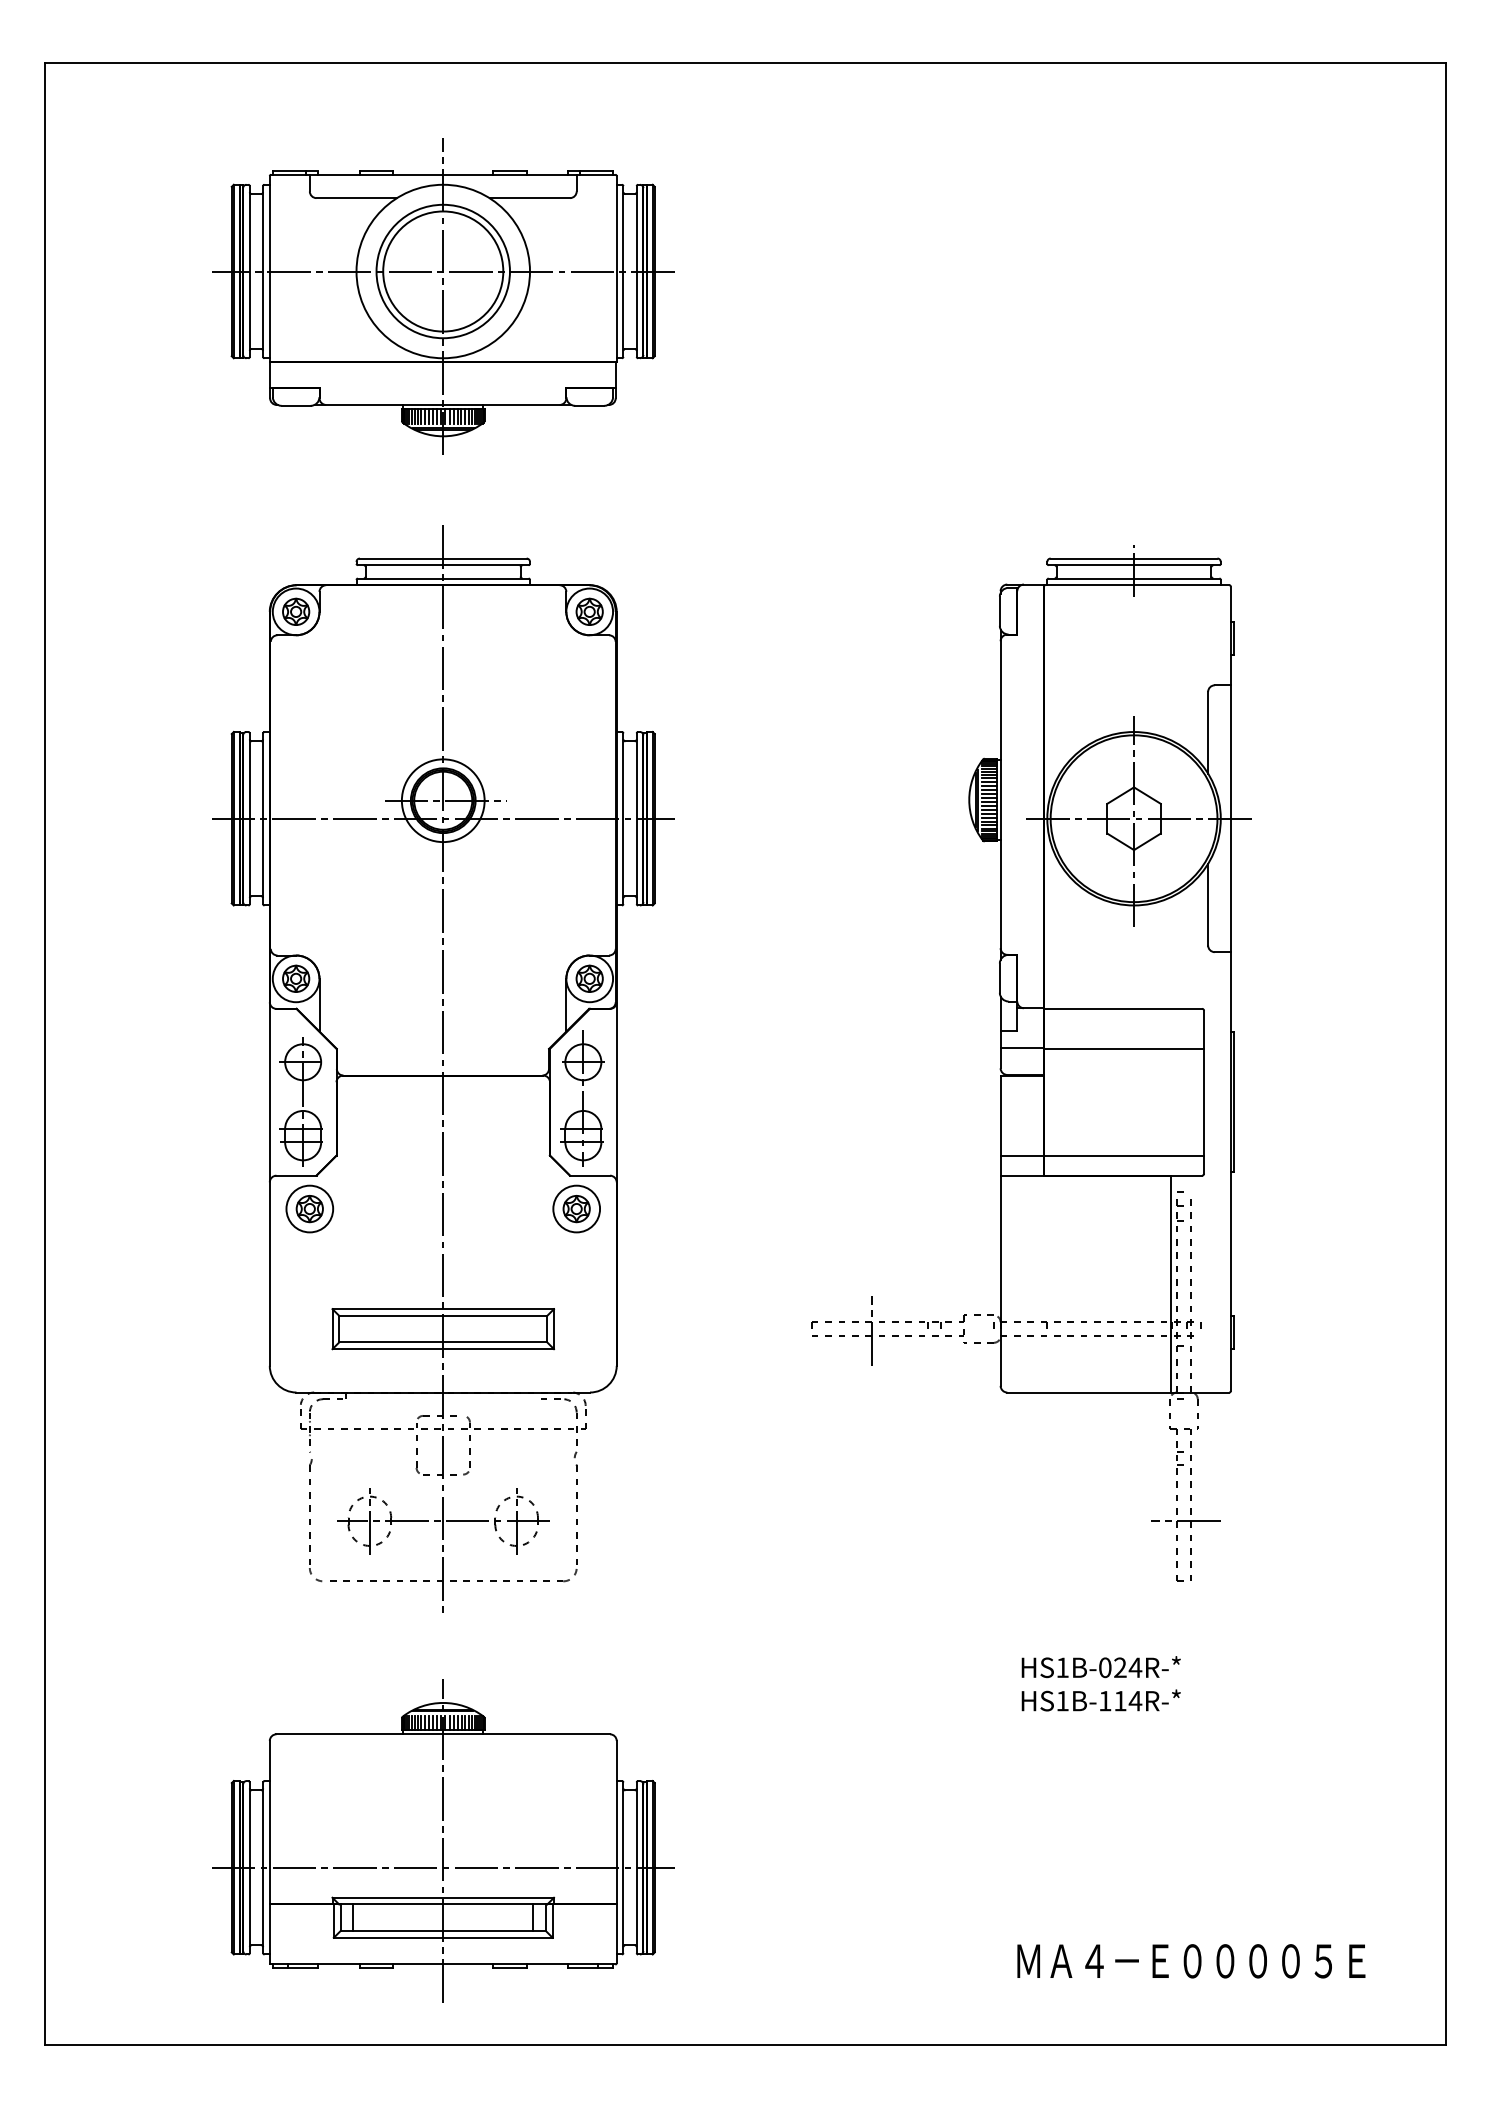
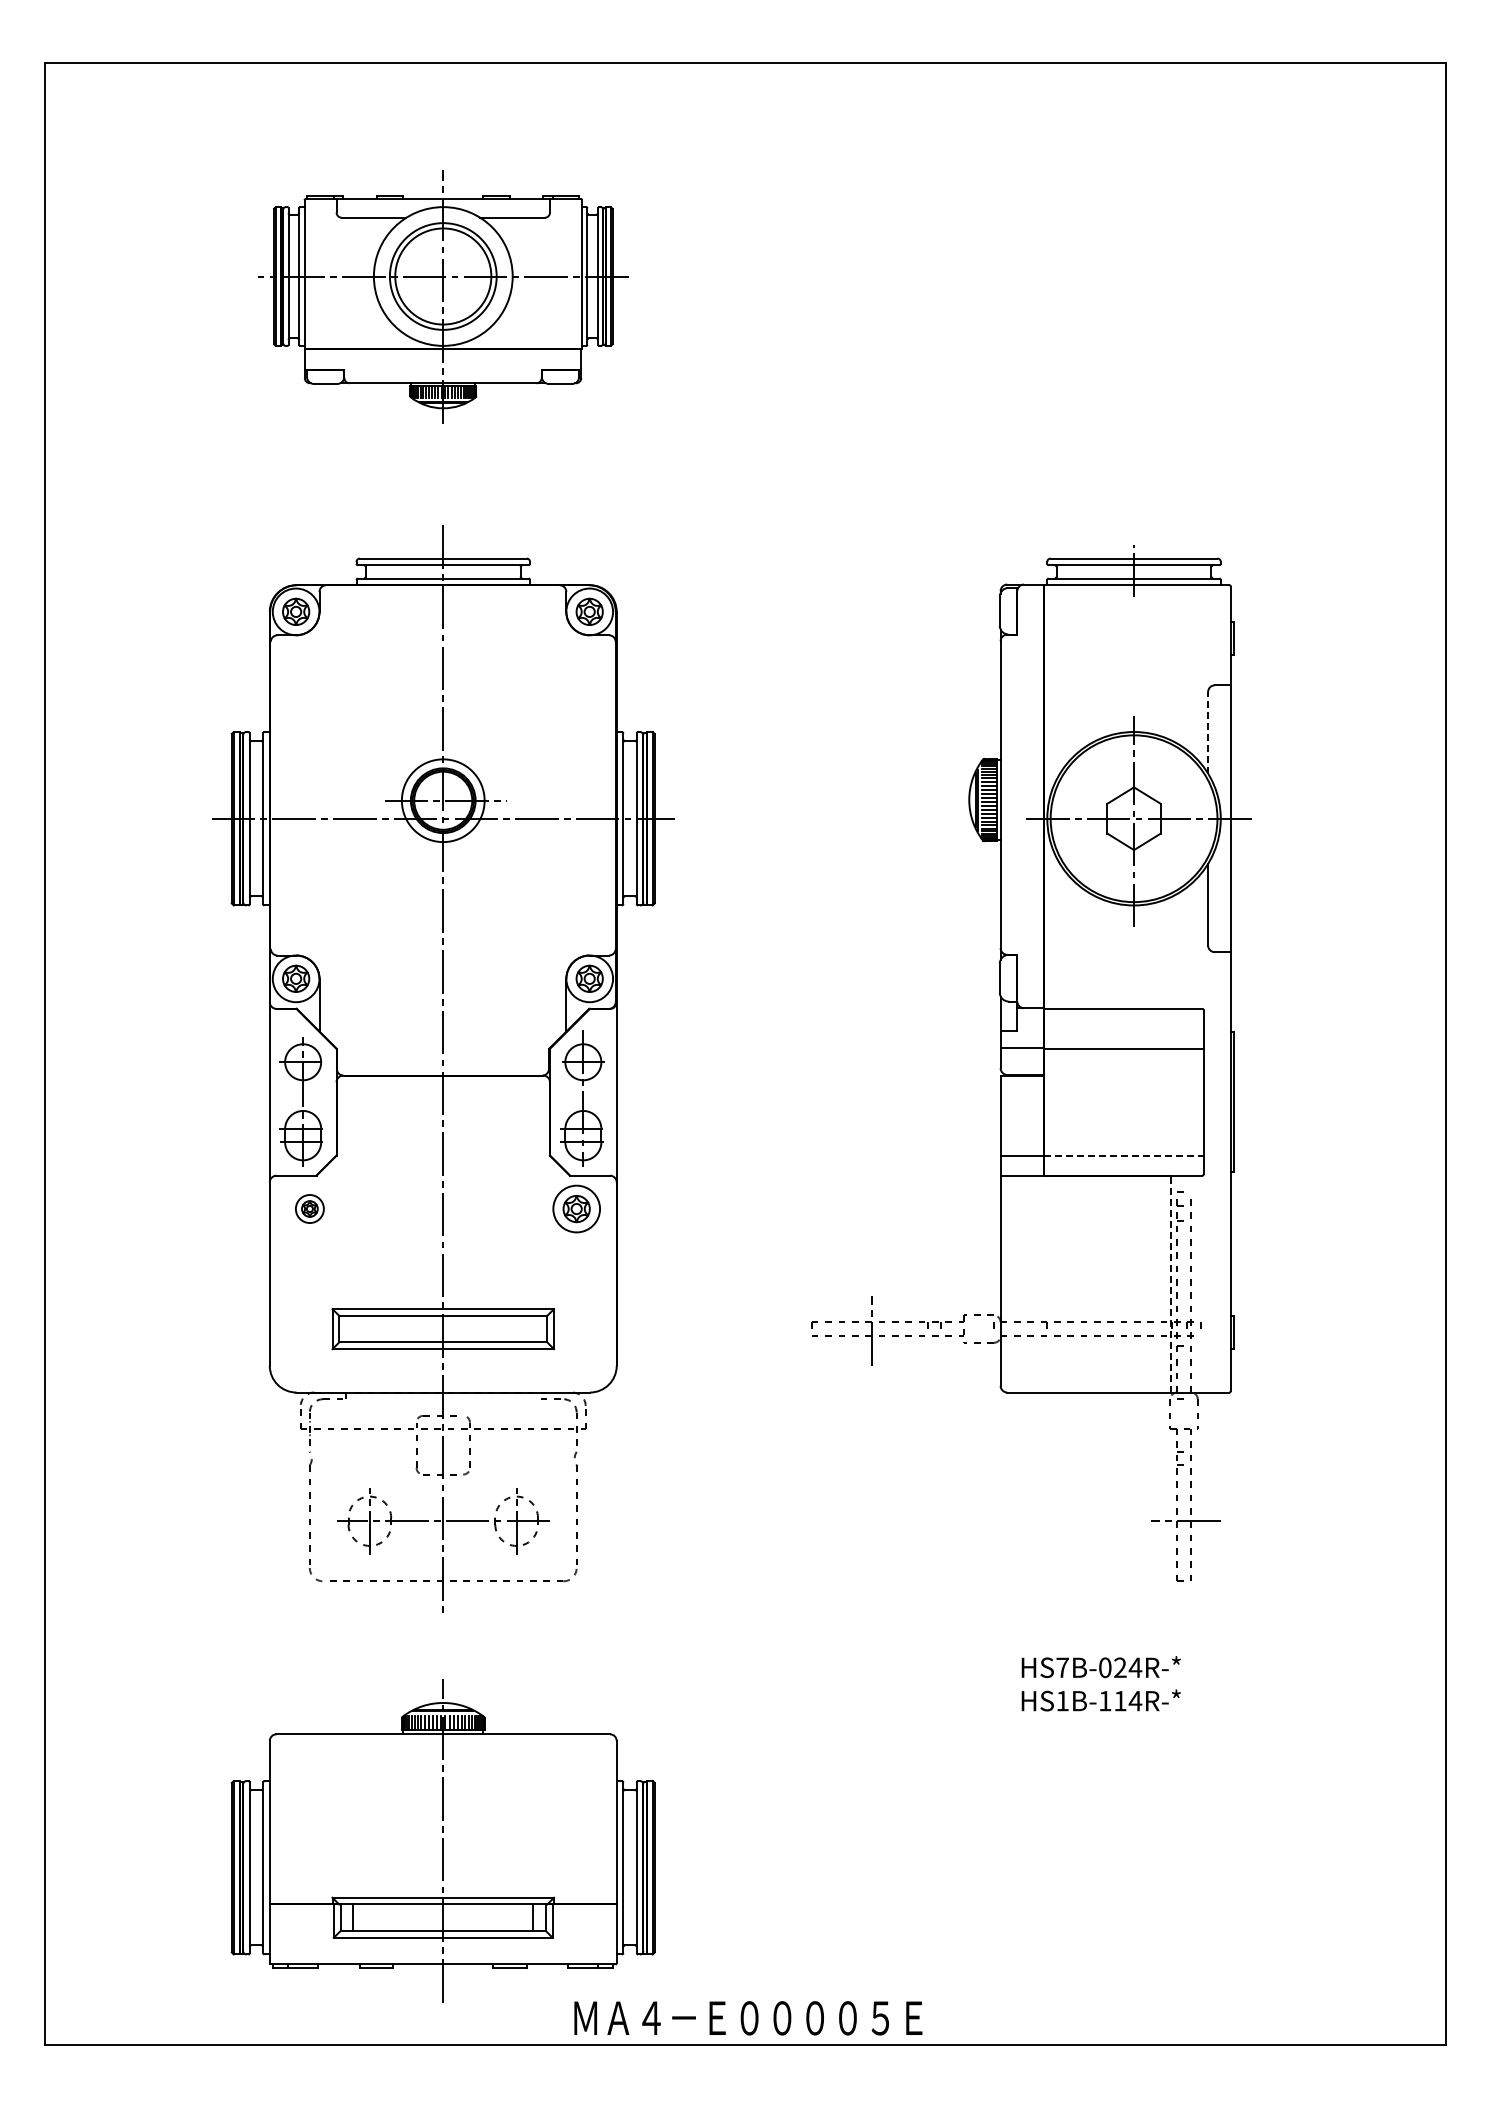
part at (443, 296) size: 463x317 px -> 371x254 px
line at (1208, 732): solid -> dashed
line at (1124, 1155): solid -> dashed
part at (309, 1208) size: 50x50 px -> 30x30 px
line at (1170, 1283): solid -> dashed
text at (1062, 1667): HS1B-024R-* -> HS7B-024R-*
line at (442, 1867): present -> none
text at (1191, 1961) position: (1191, 1961) -> (748, 2018)
